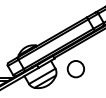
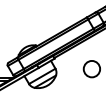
circle at (75, 69) position: (75, 69) -> (91, 69)
